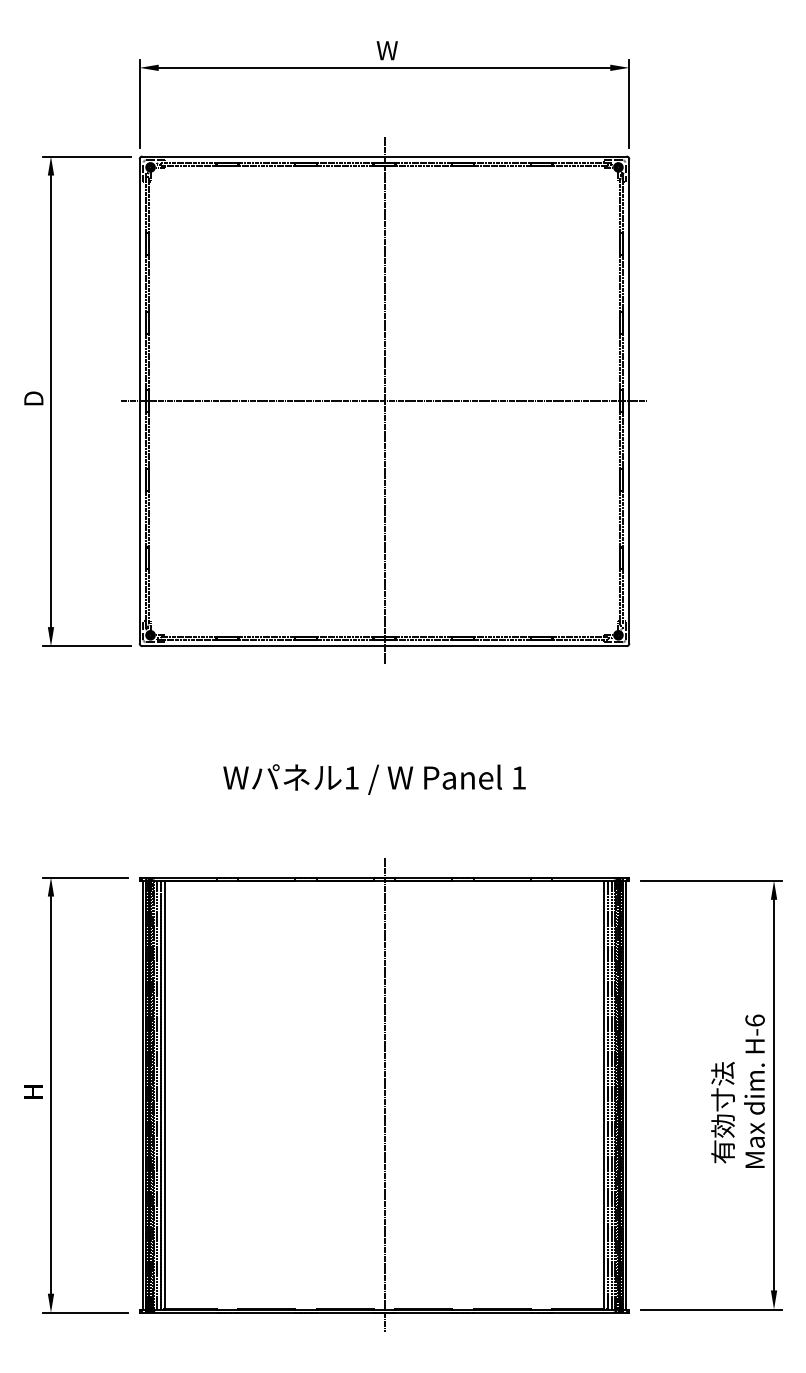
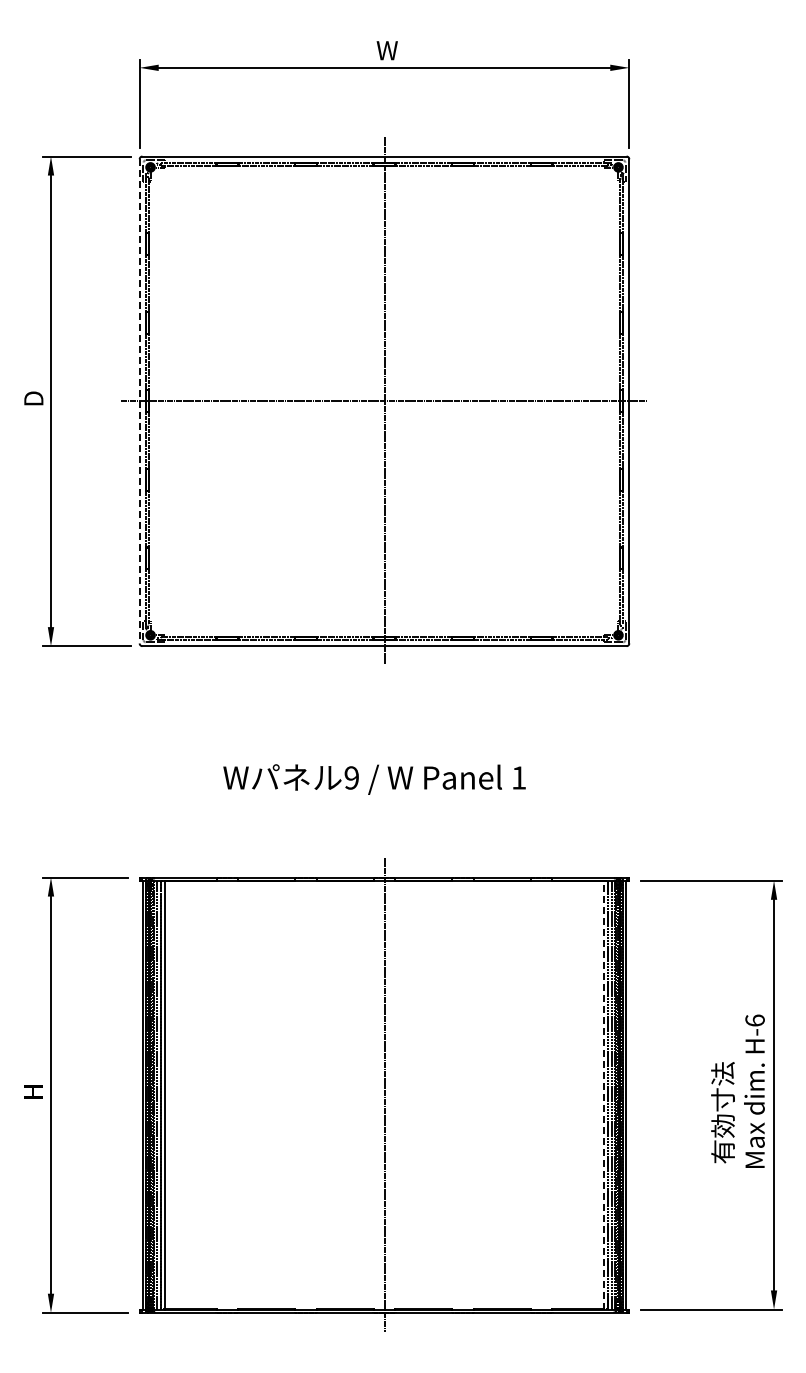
line at (139, 401): solid -> dashed
text at (351, 777): 1 -> 9
line at (603, 1094): solid -> dashed
